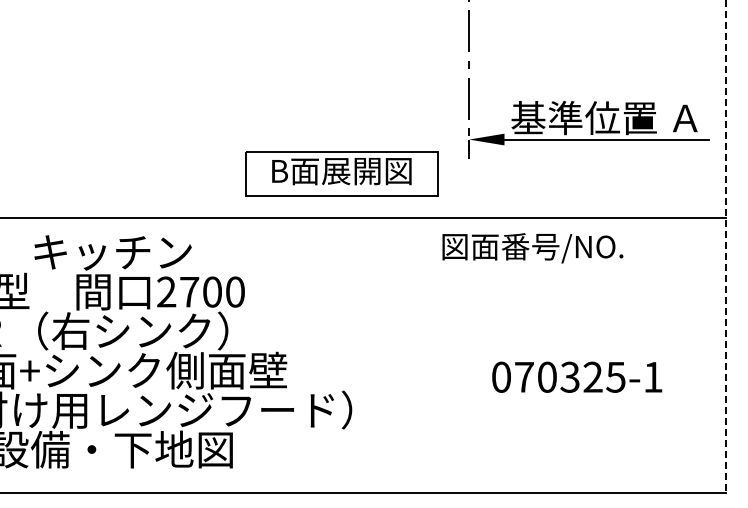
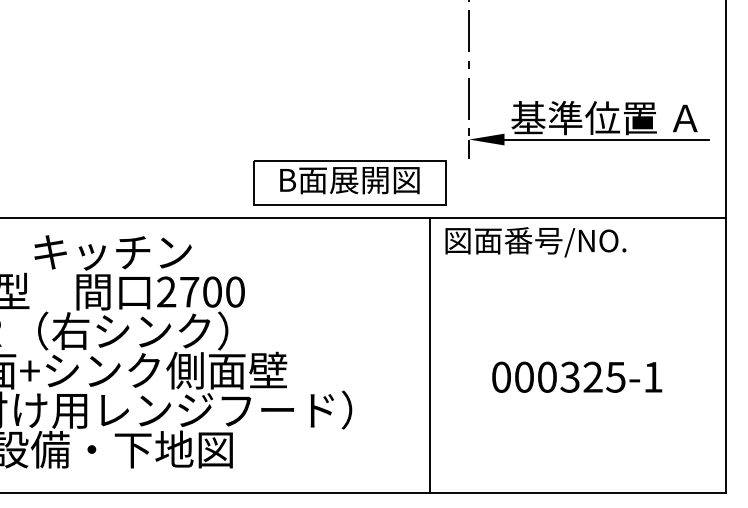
part at (341, 173) position: (341, 173) -> (349, 182)
line at (725, 246): dashed -> solid
text at (532, 248) position: (532, 248) -> (535, 242)
line at (429, 354): none -> present
text at (524, 376): 070325-1 -> 000325-1
